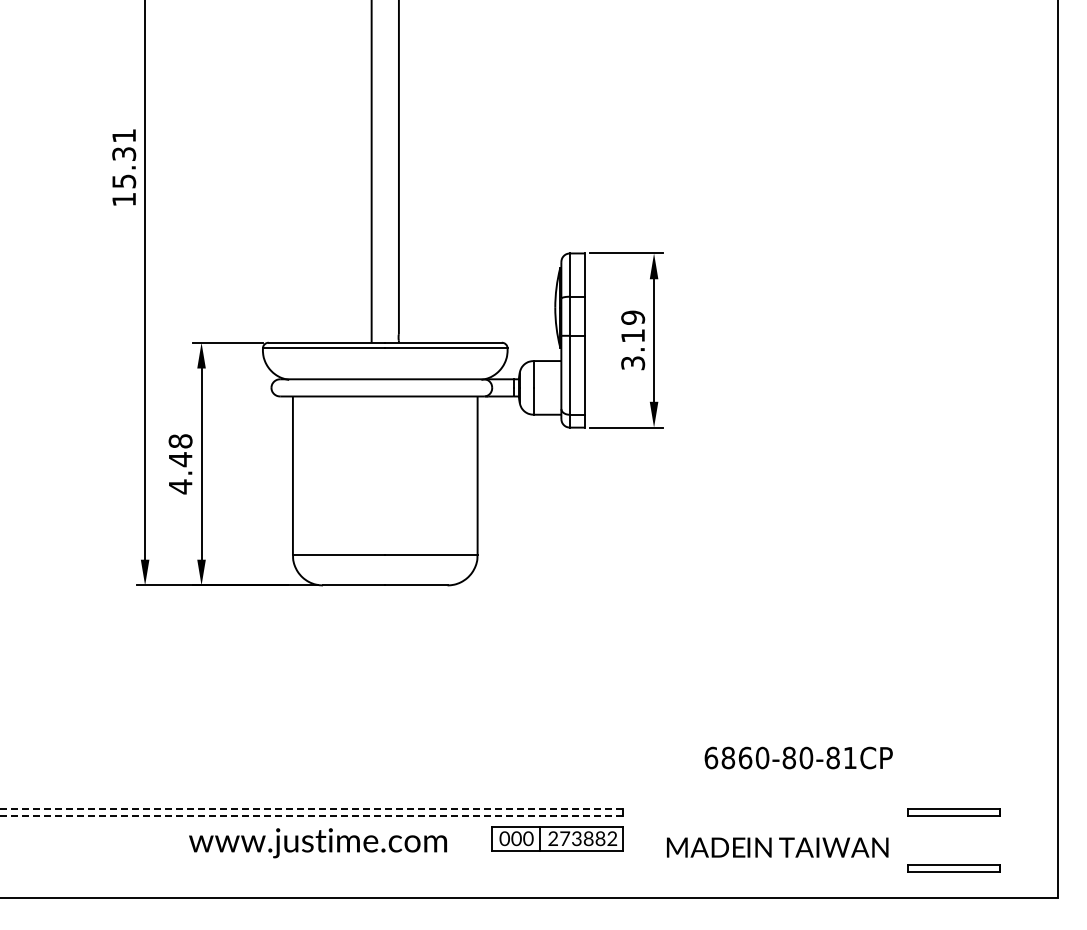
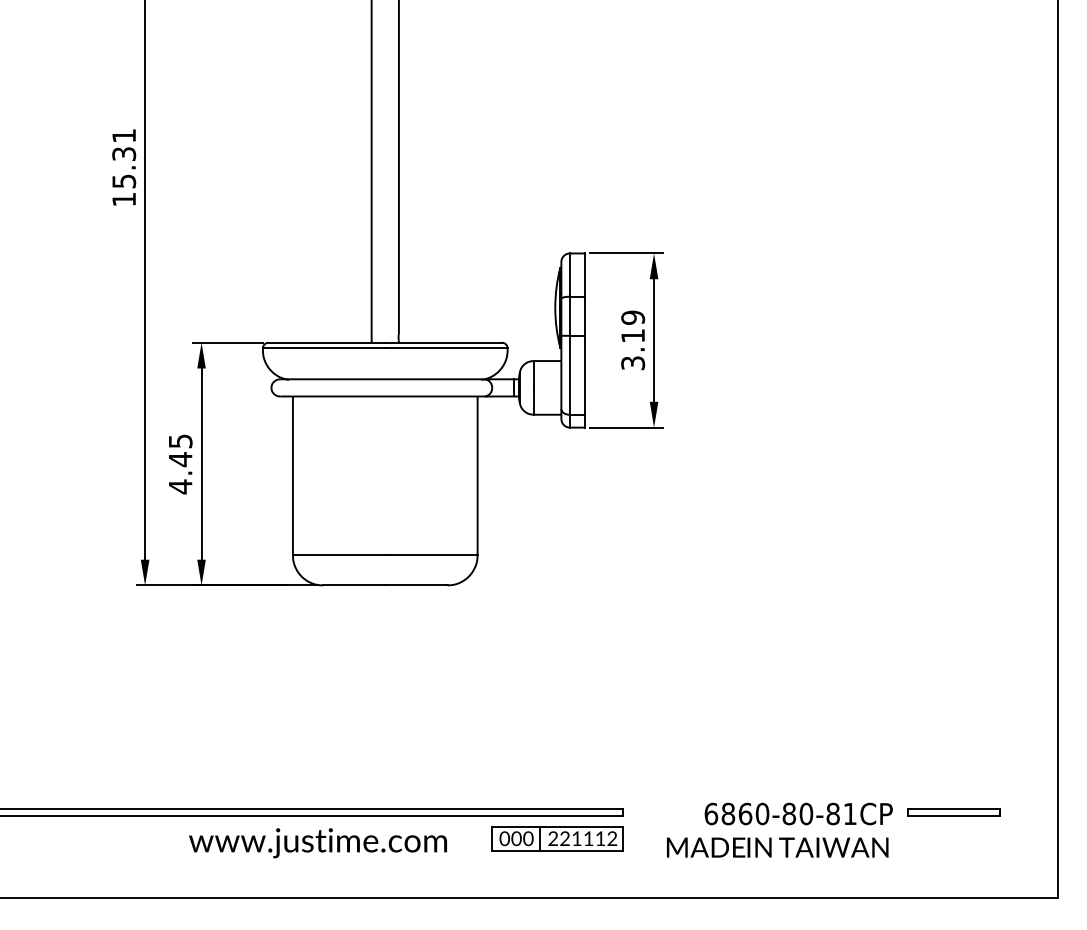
text at (180, 441): 4.48 -> 4.45
text at (798, 757) position: (798, 757) -> (798, 813)
line at (311, 809): dashed -> solid
line at (311, 815): dashed -> solid
text at (582, 838): 273882 -> 221112
part at (953, 868): present -> none
